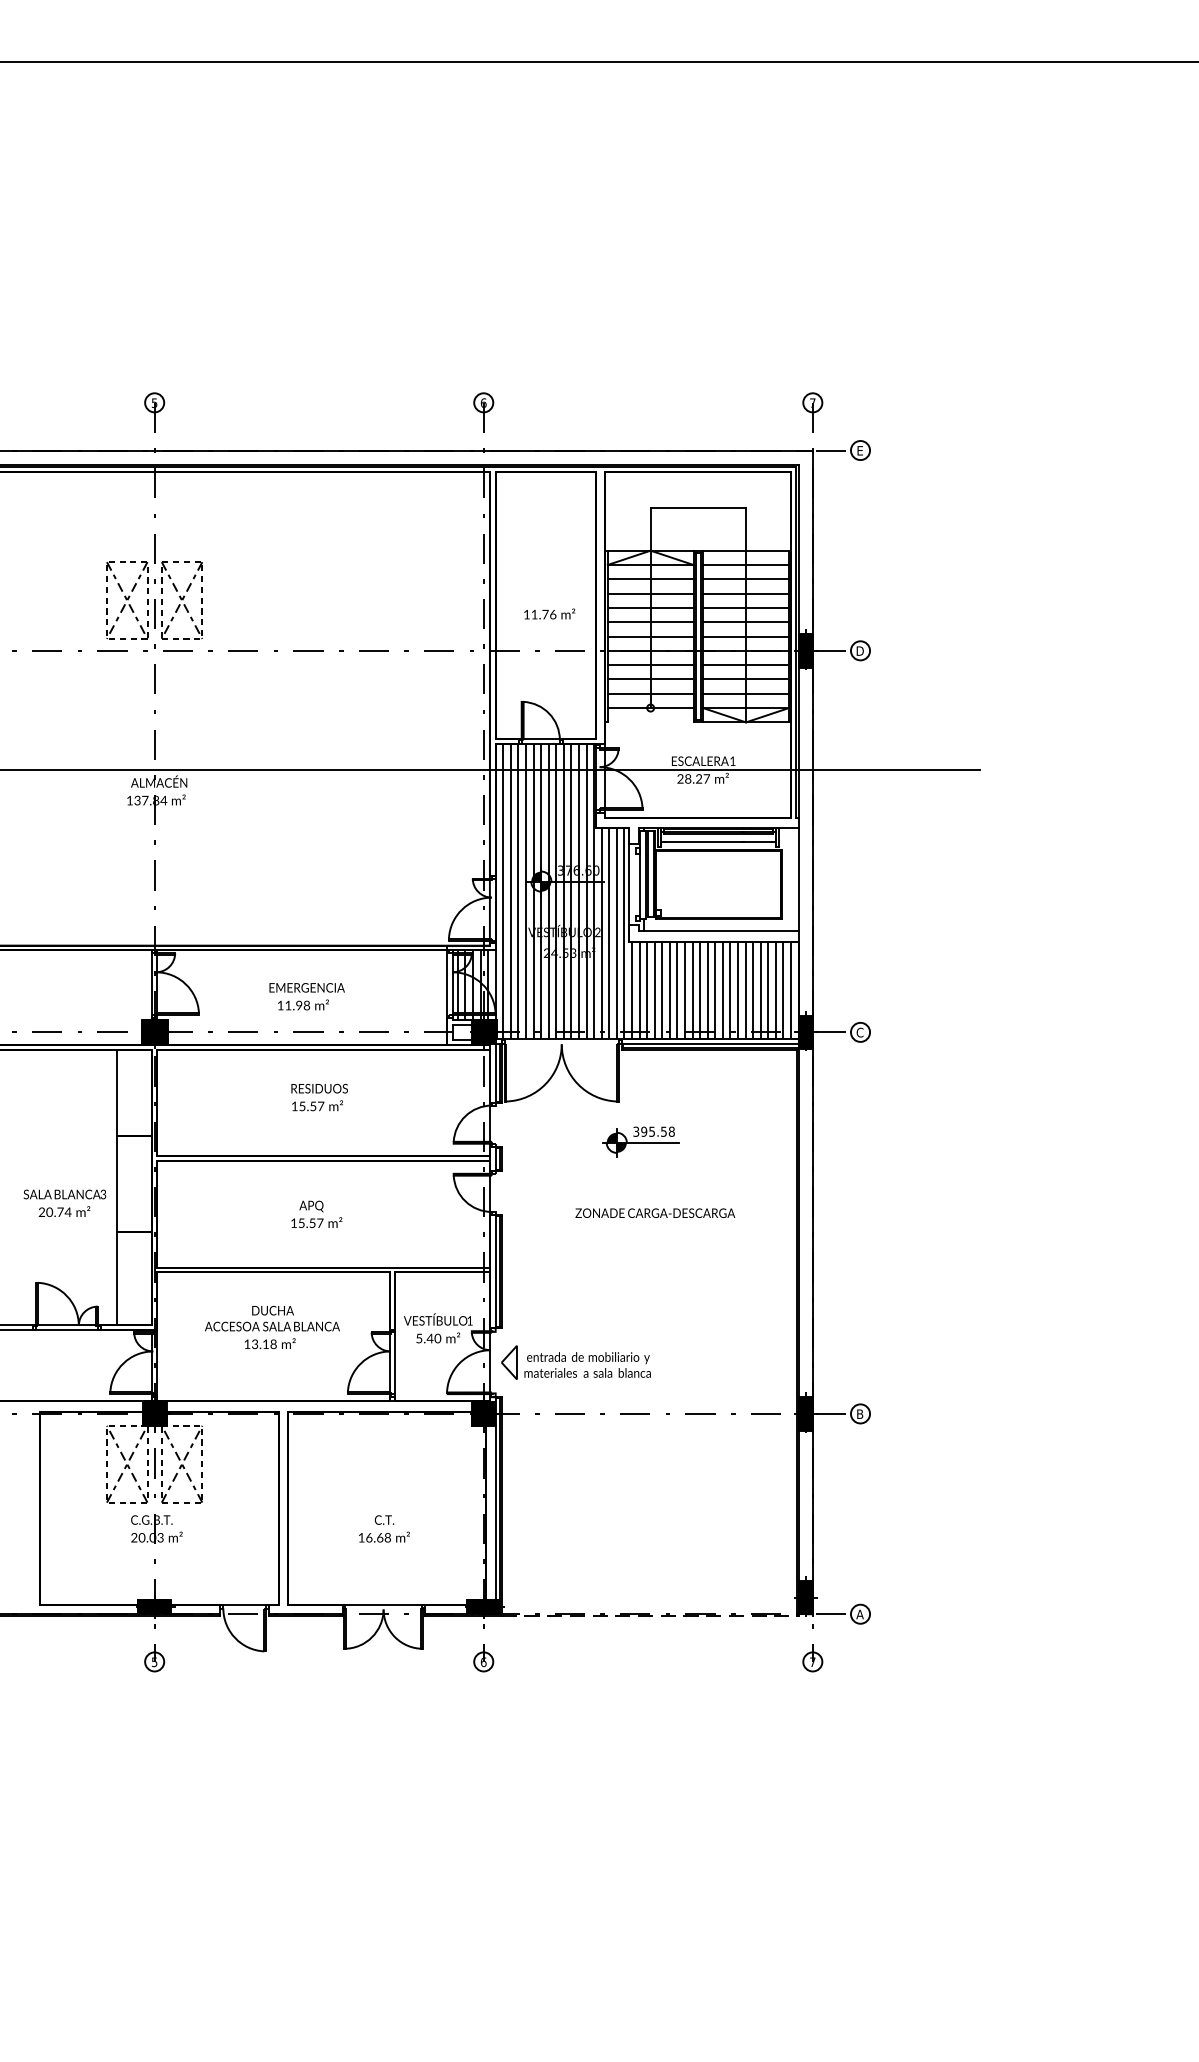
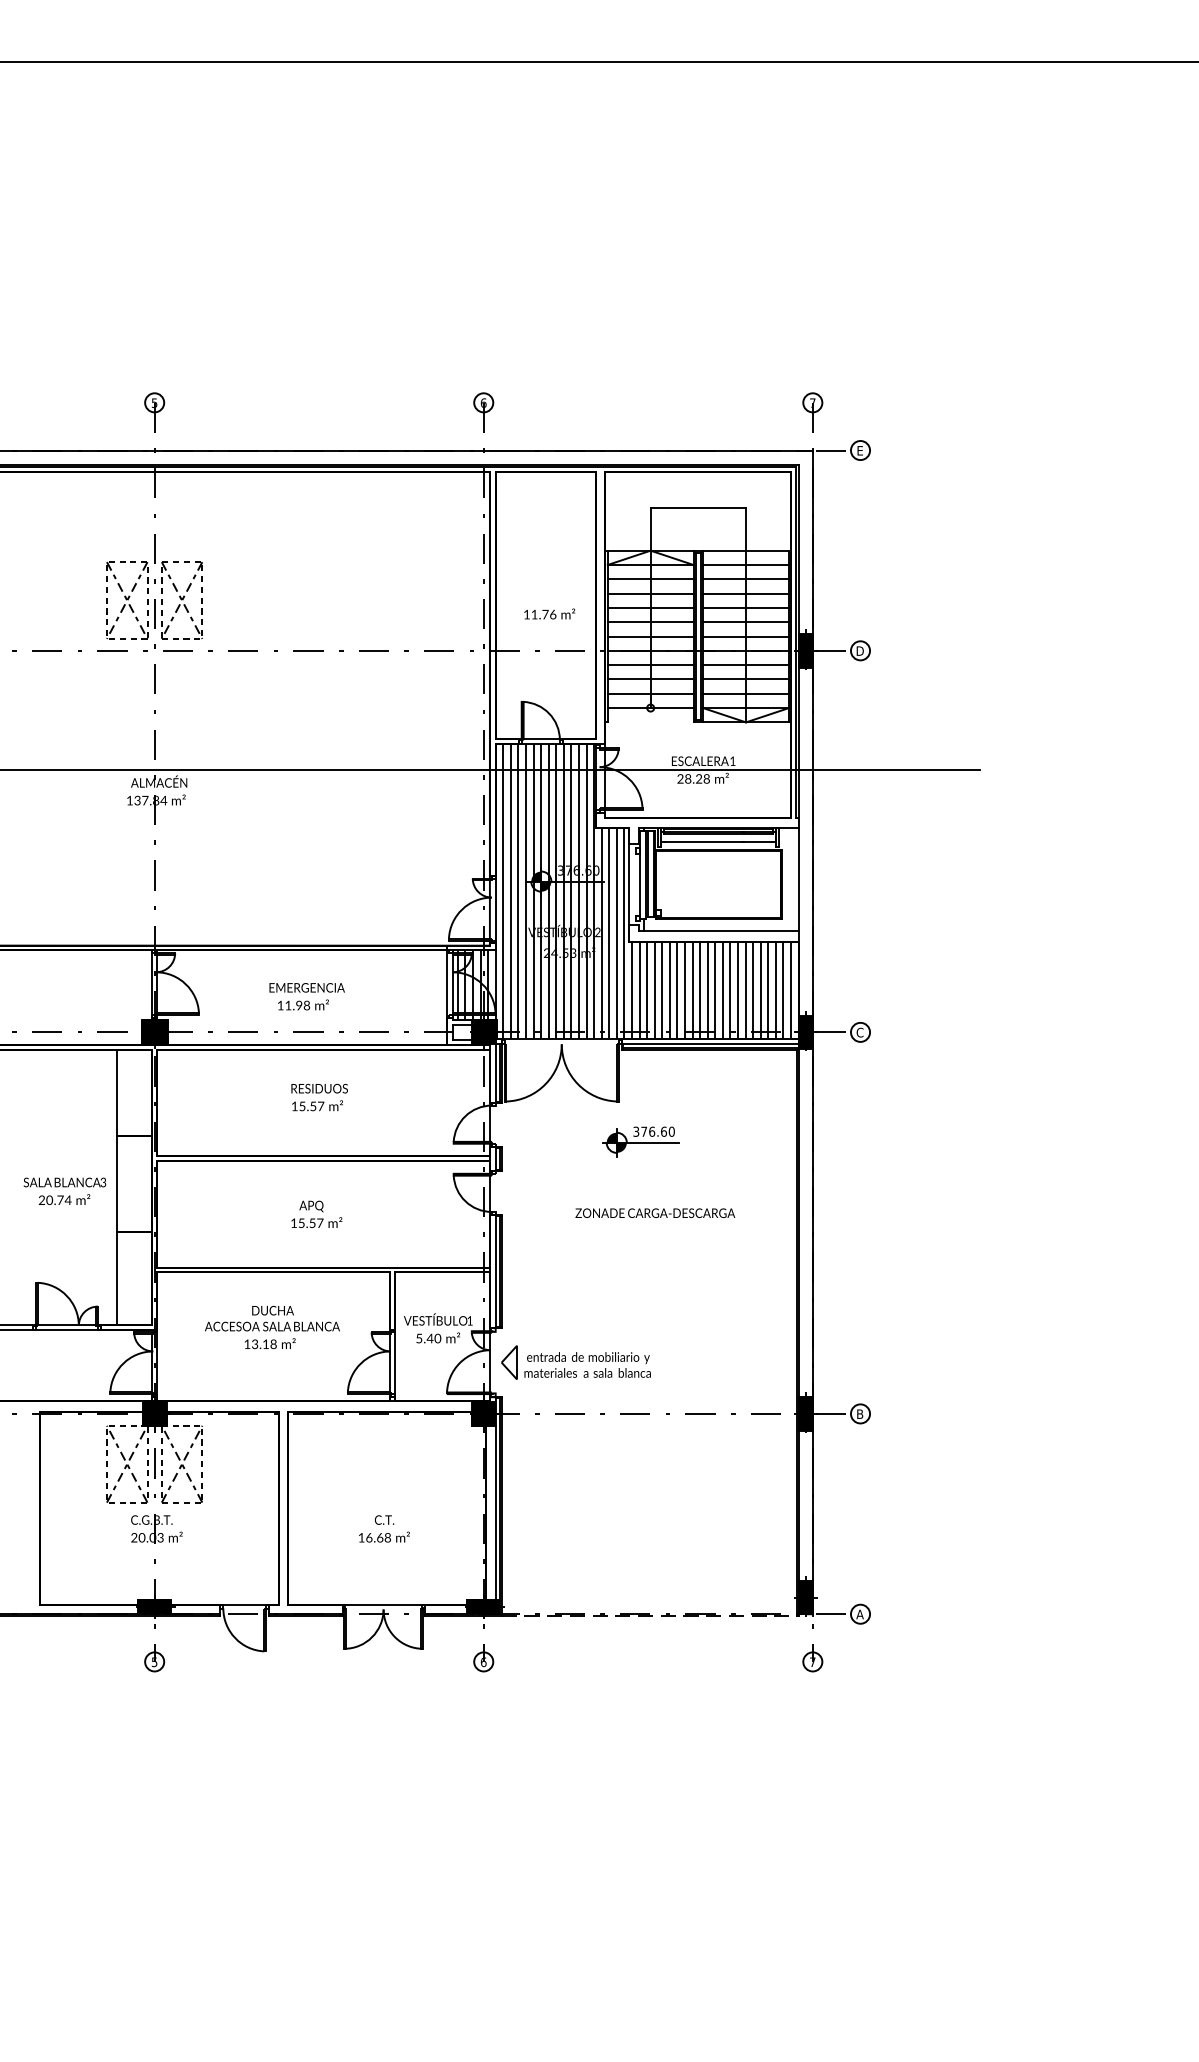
text at (706, 778): 28.27 -> 28.28
text at (657, 1131): 395.58 -> 376.60
text at (64, 1202) position: (64, 1202) -> (64, 1190)
